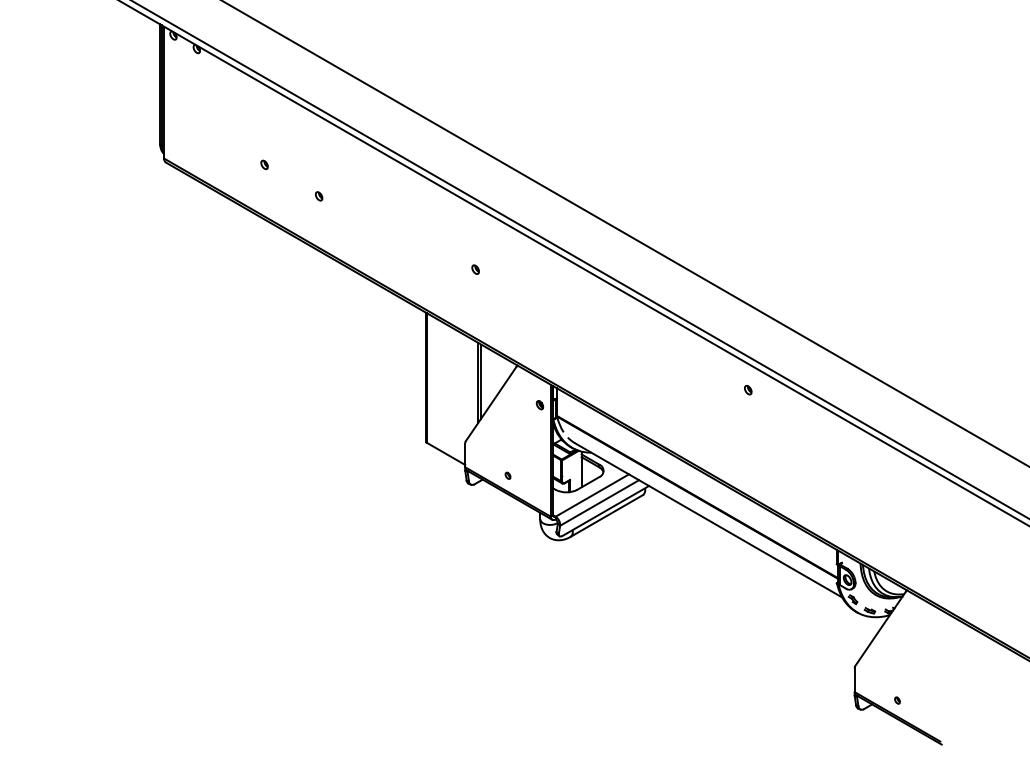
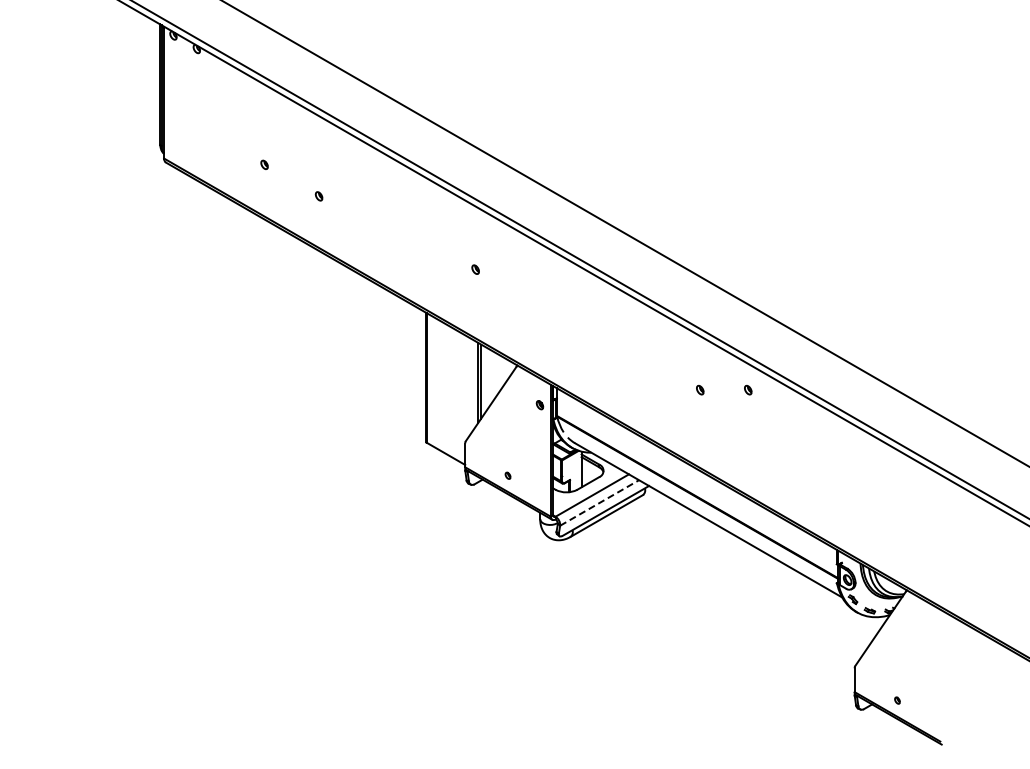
part at (700, 389): none -> present
line at (599, 502): solid -> dashed
